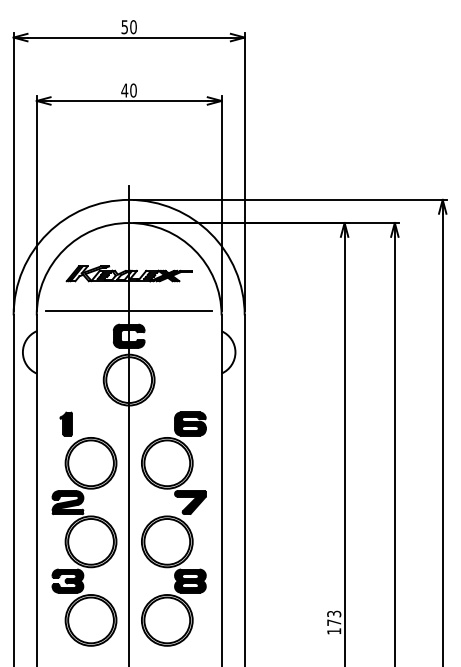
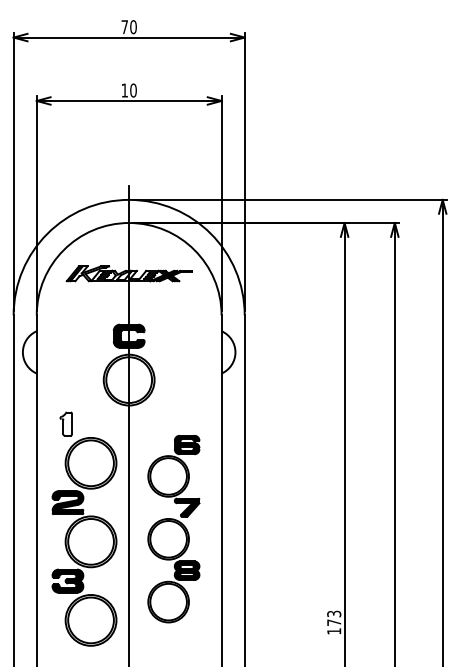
text at (124, 27): 50 -> 70
text at (124, 90): 40 -> 10
line at (129, 310): present -> none
fill at (65, 423): present -> none
part at (173, 528) size: 66x236 px -> 54x189 px
